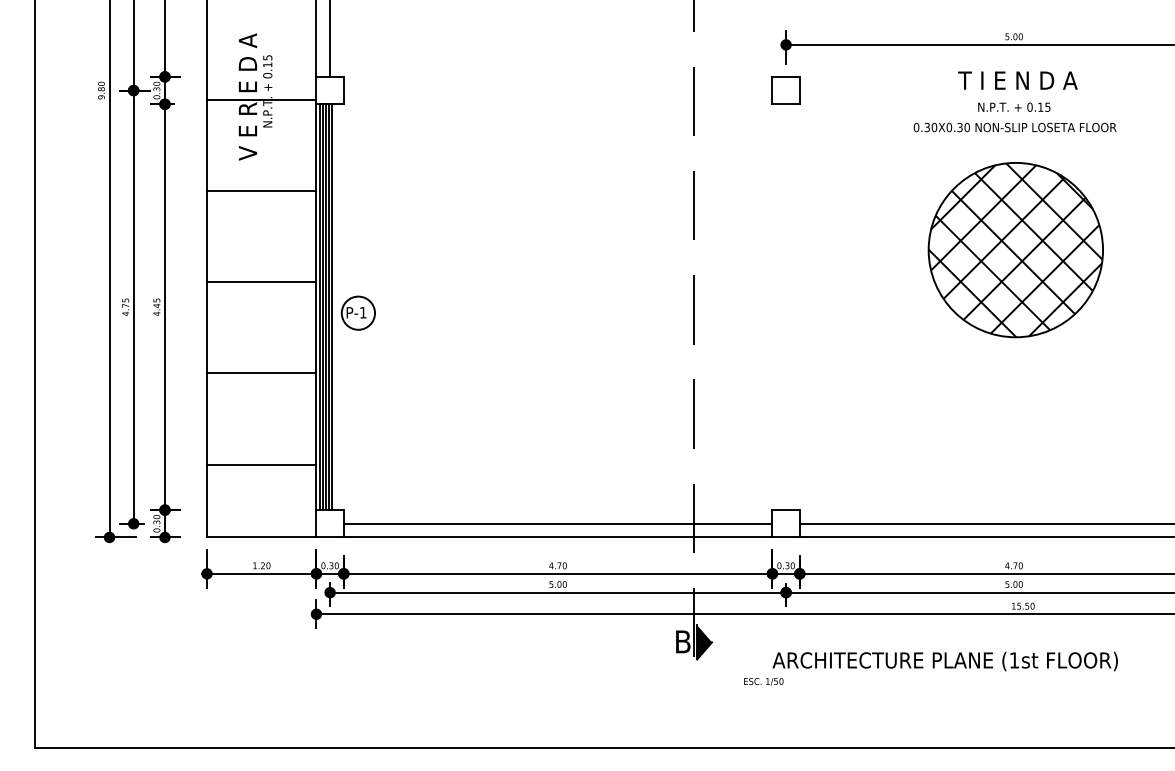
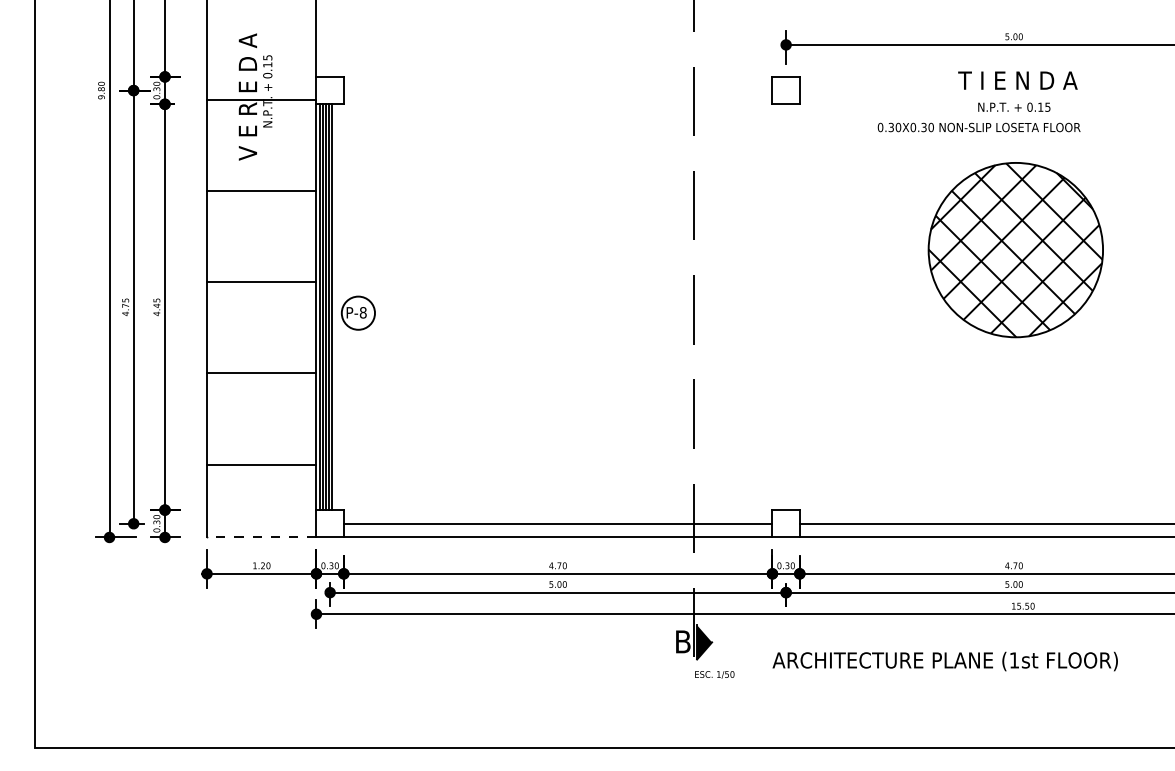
line at (330, 39): present -> none
text at (1014, 127) position: (1014, 127) -> (978, 127)
text at (362, 312): P-1 -> P-8
line at (261, 537): solid -> dashed
text at (763, 681) position: (763, 681) -> (714, 674)
